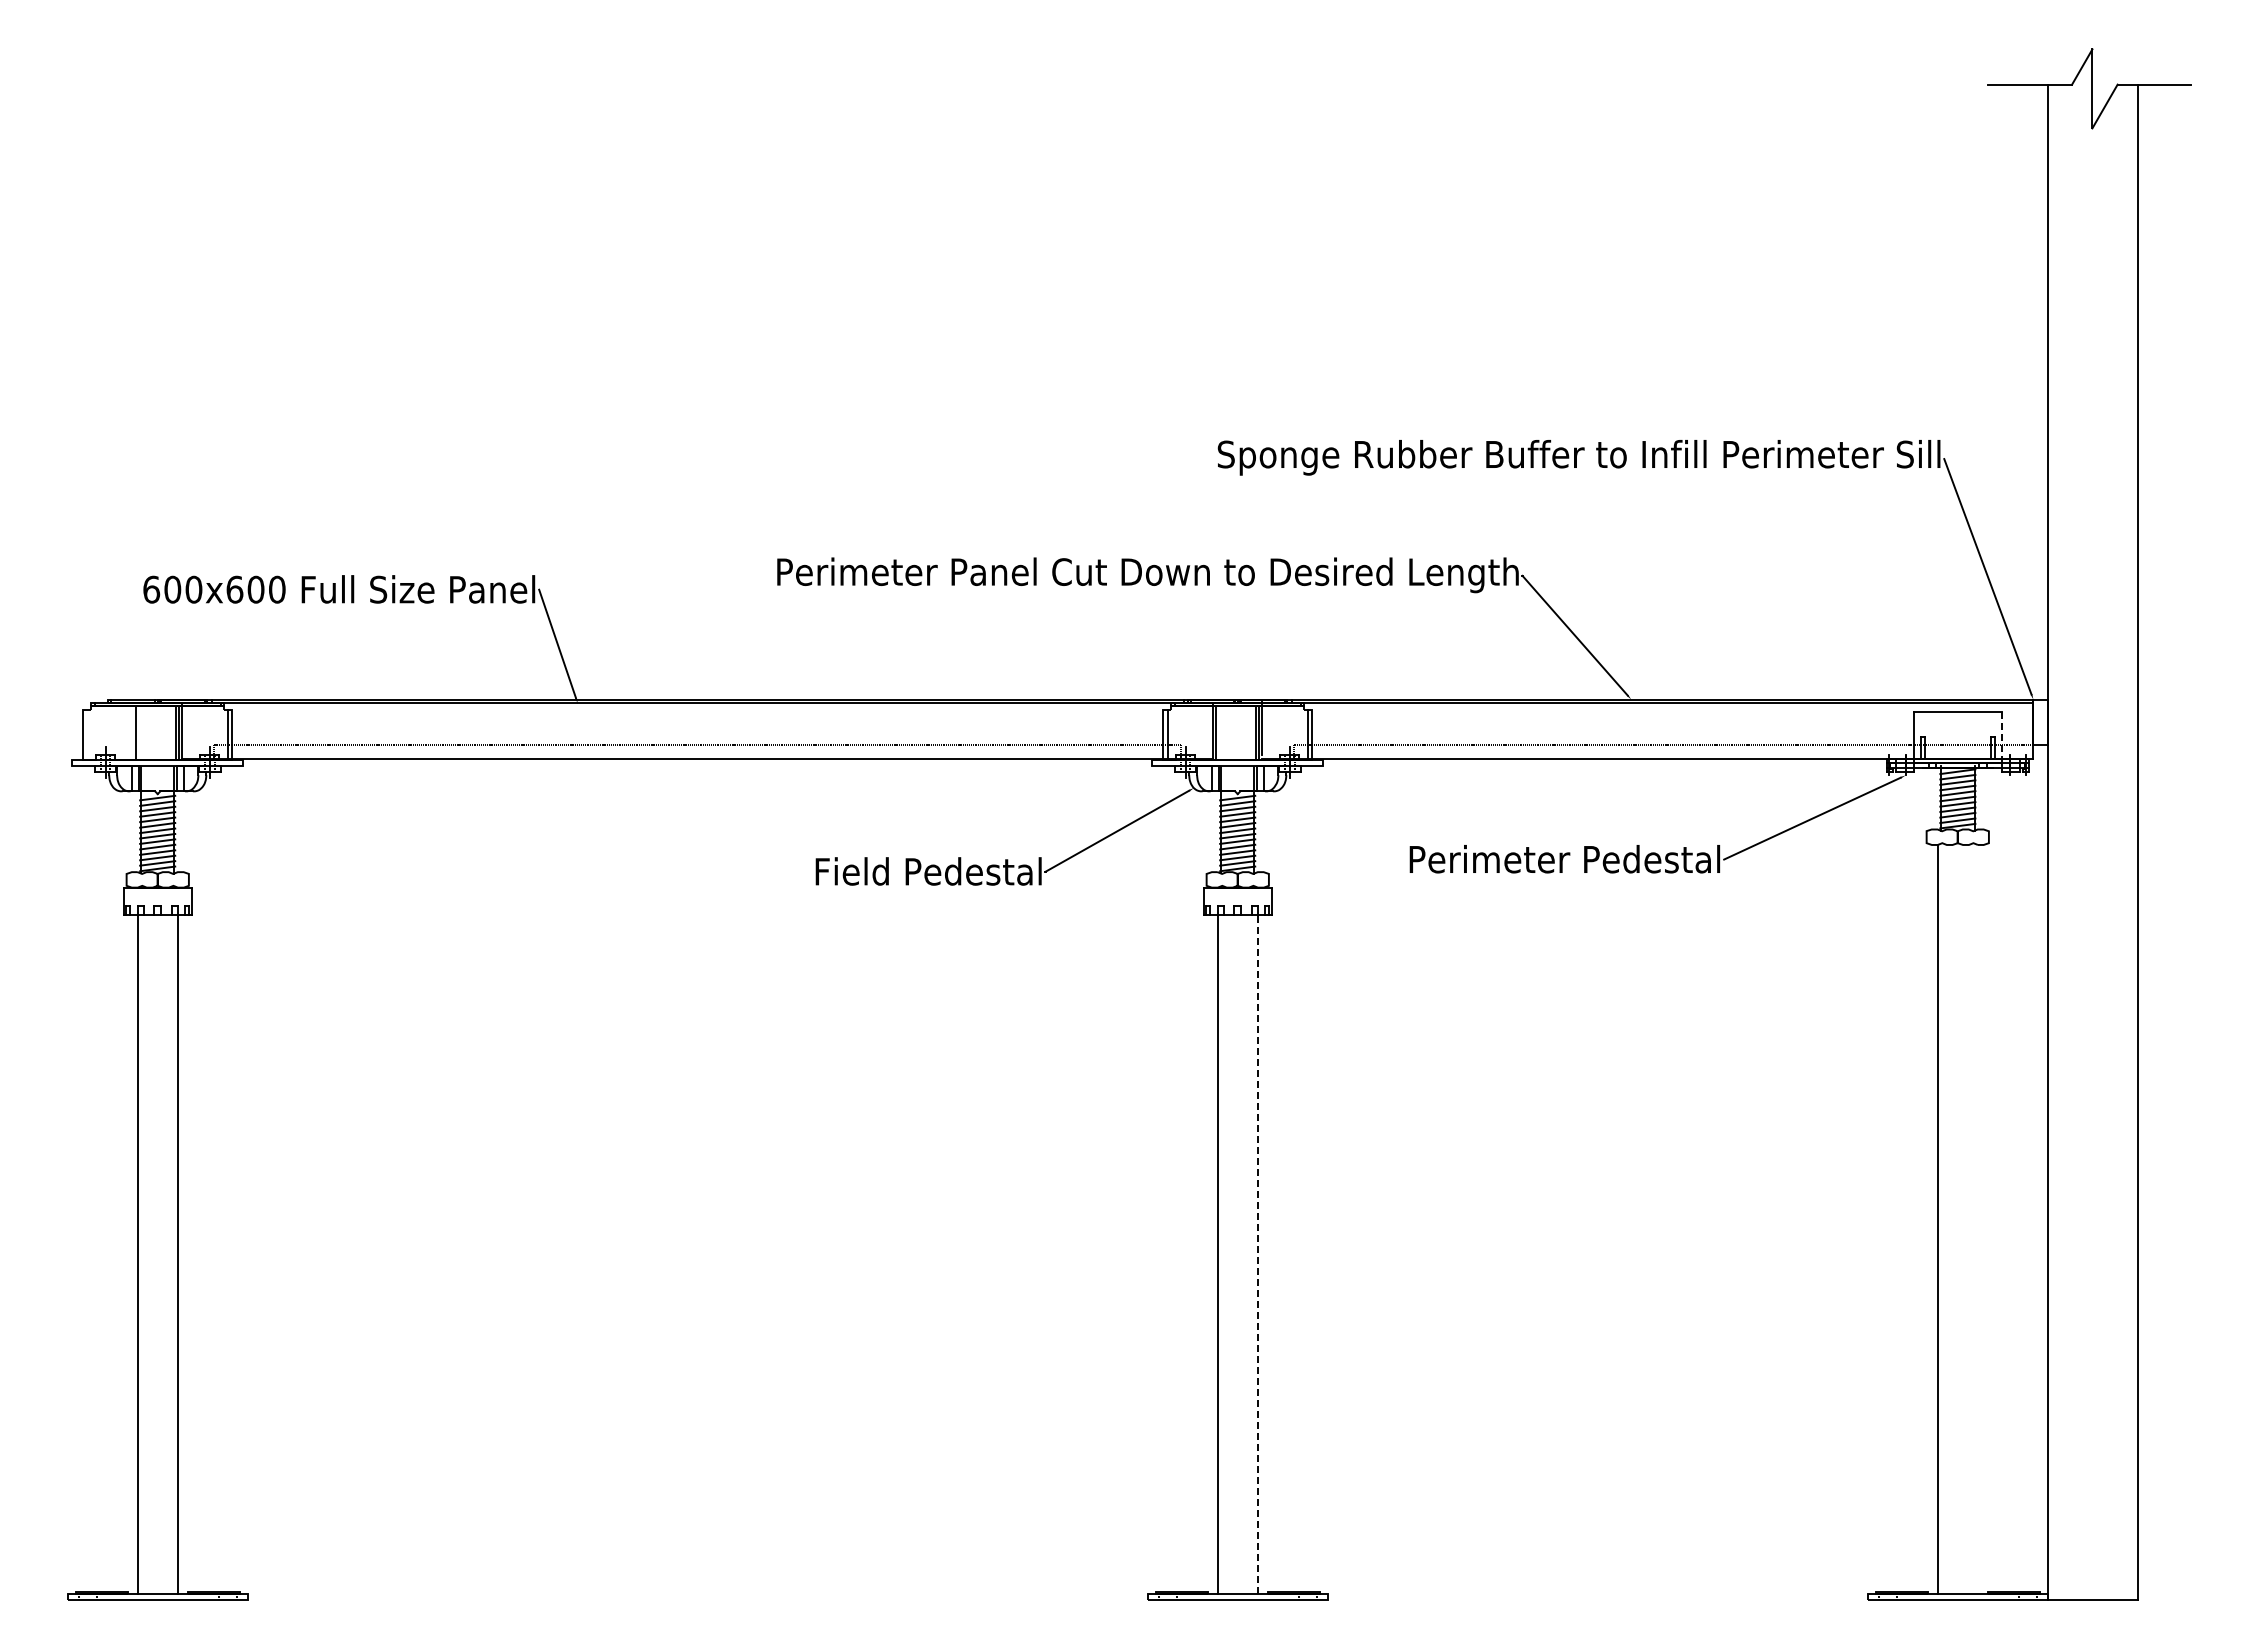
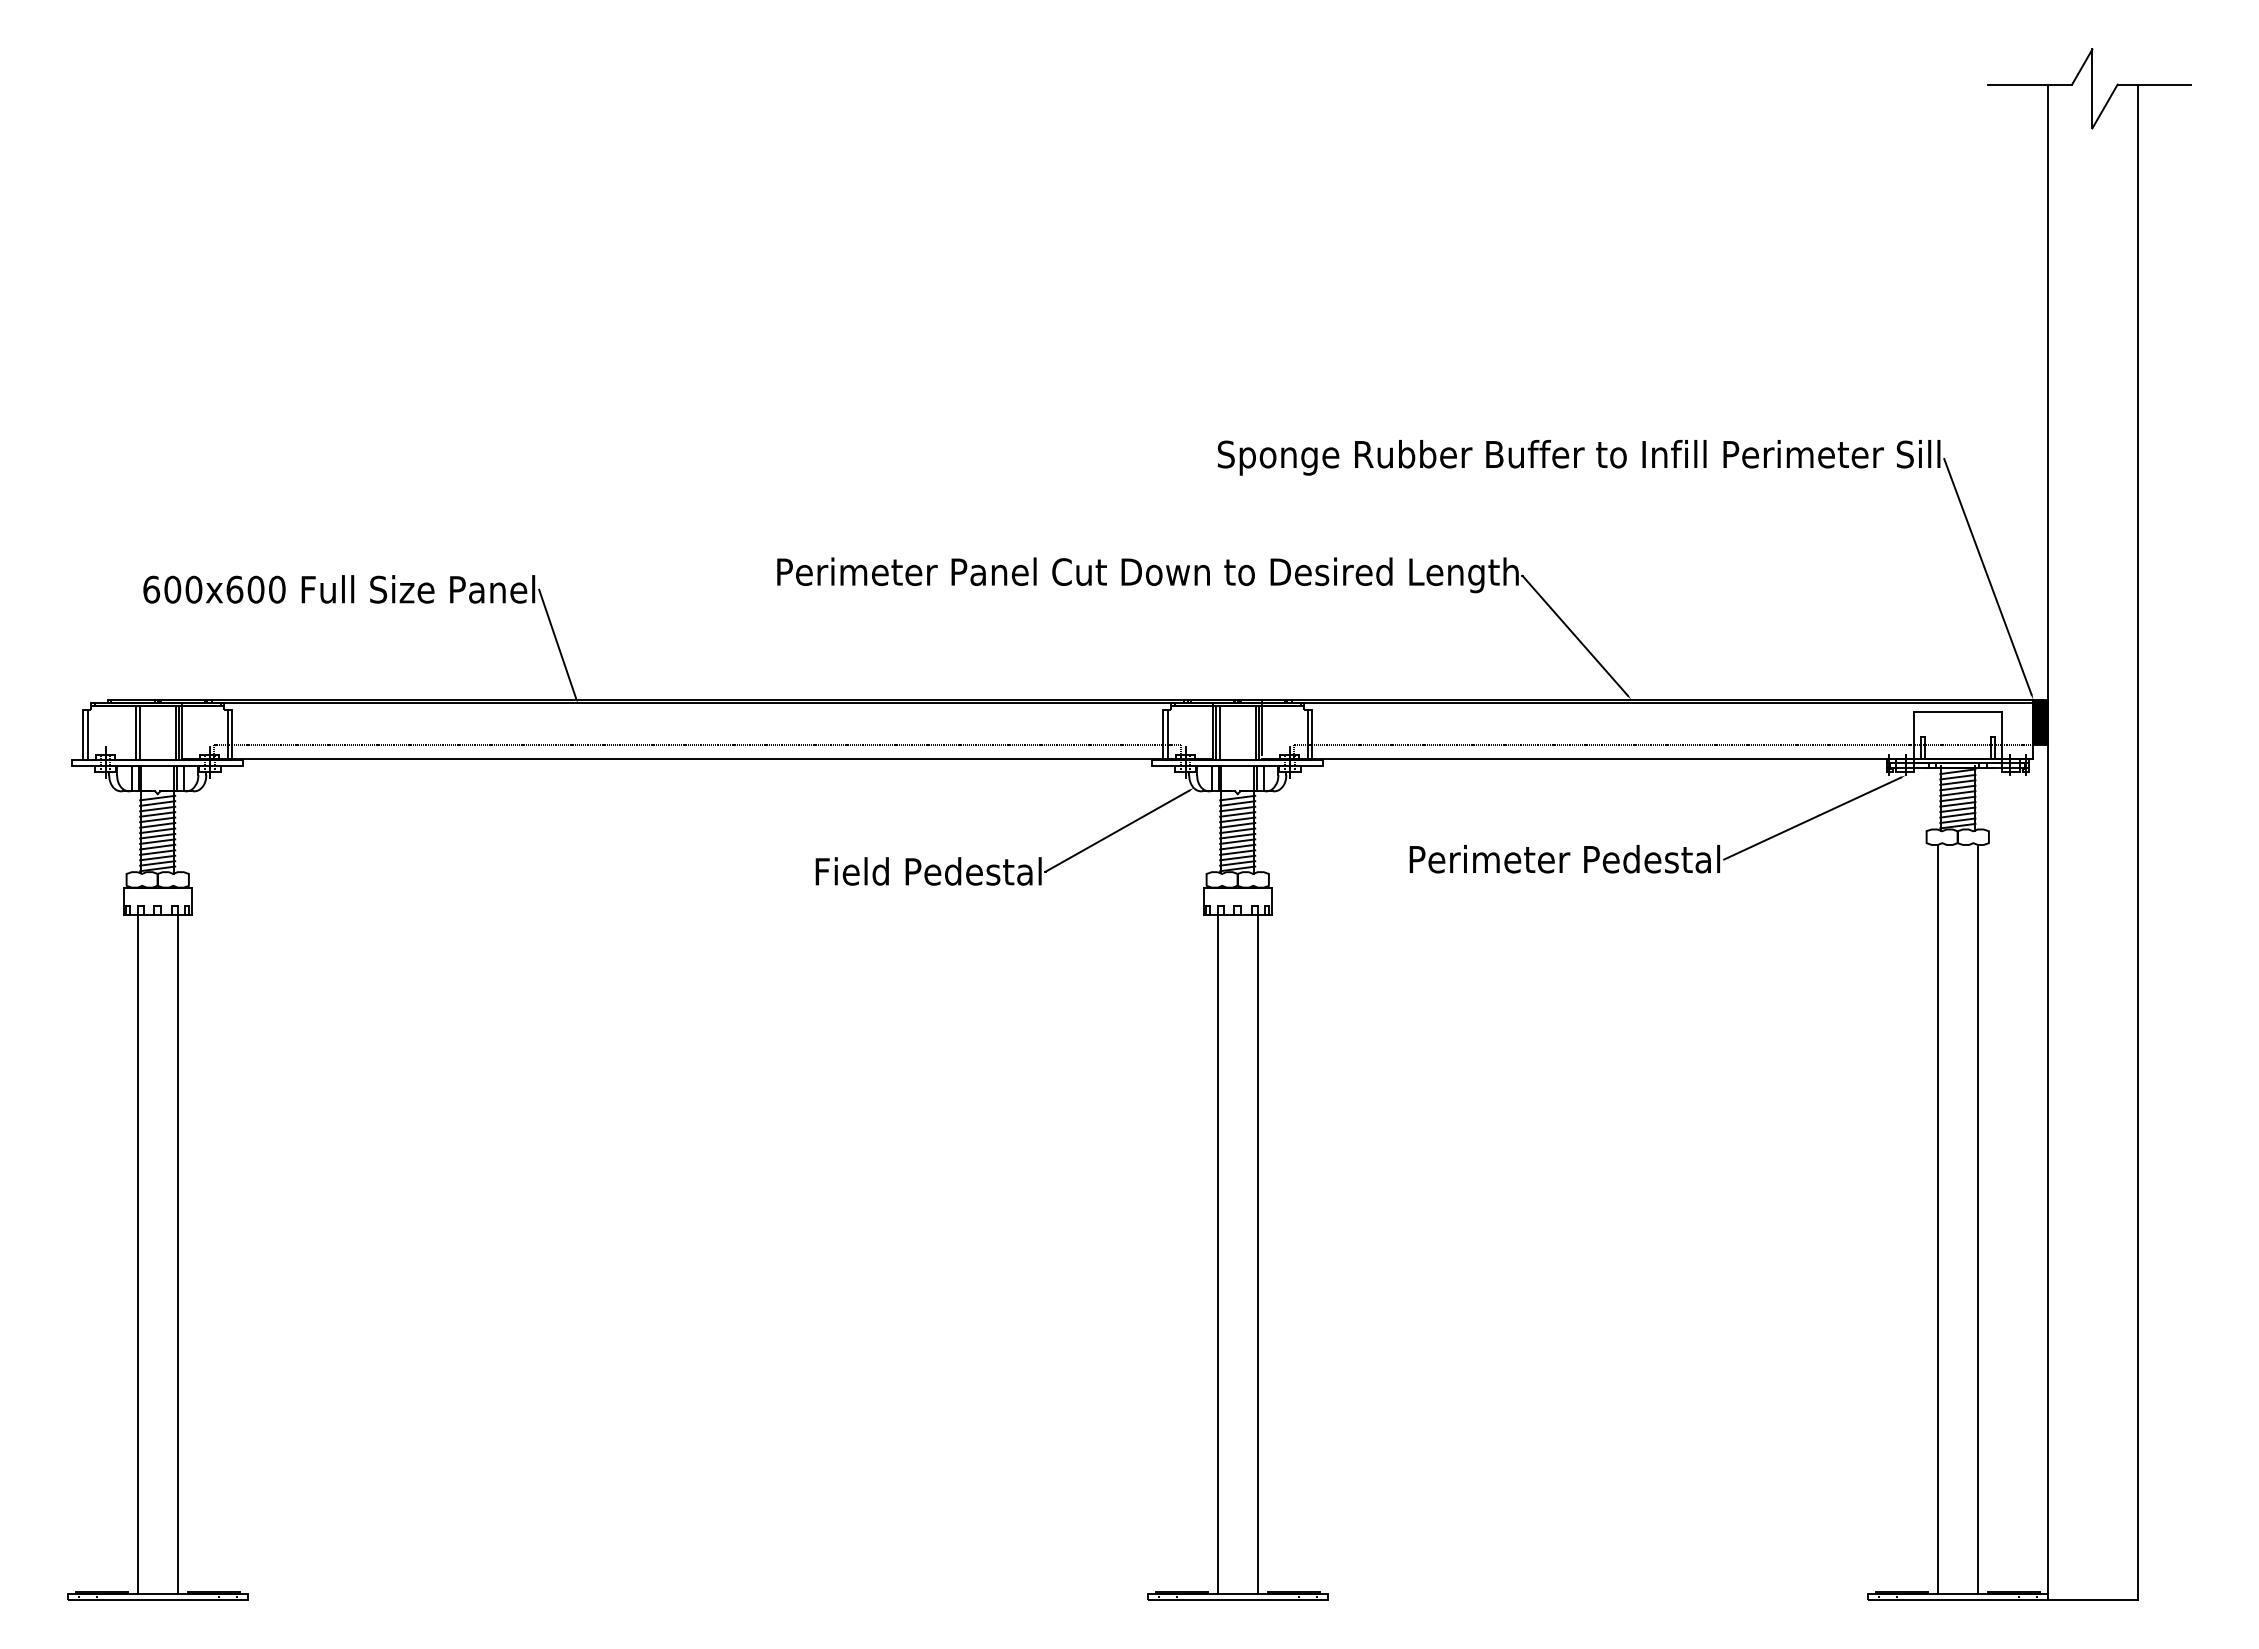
fill at (2040, 721): none -> present
line at (139, 733): none -> present
line at (1219, 733): none -> present
line at (87, 734): none -> present
line at (2002, 736): dashed -> solid
line at (1977, 1219): none -> present
line at (1257, 1254): dashed -> solid
